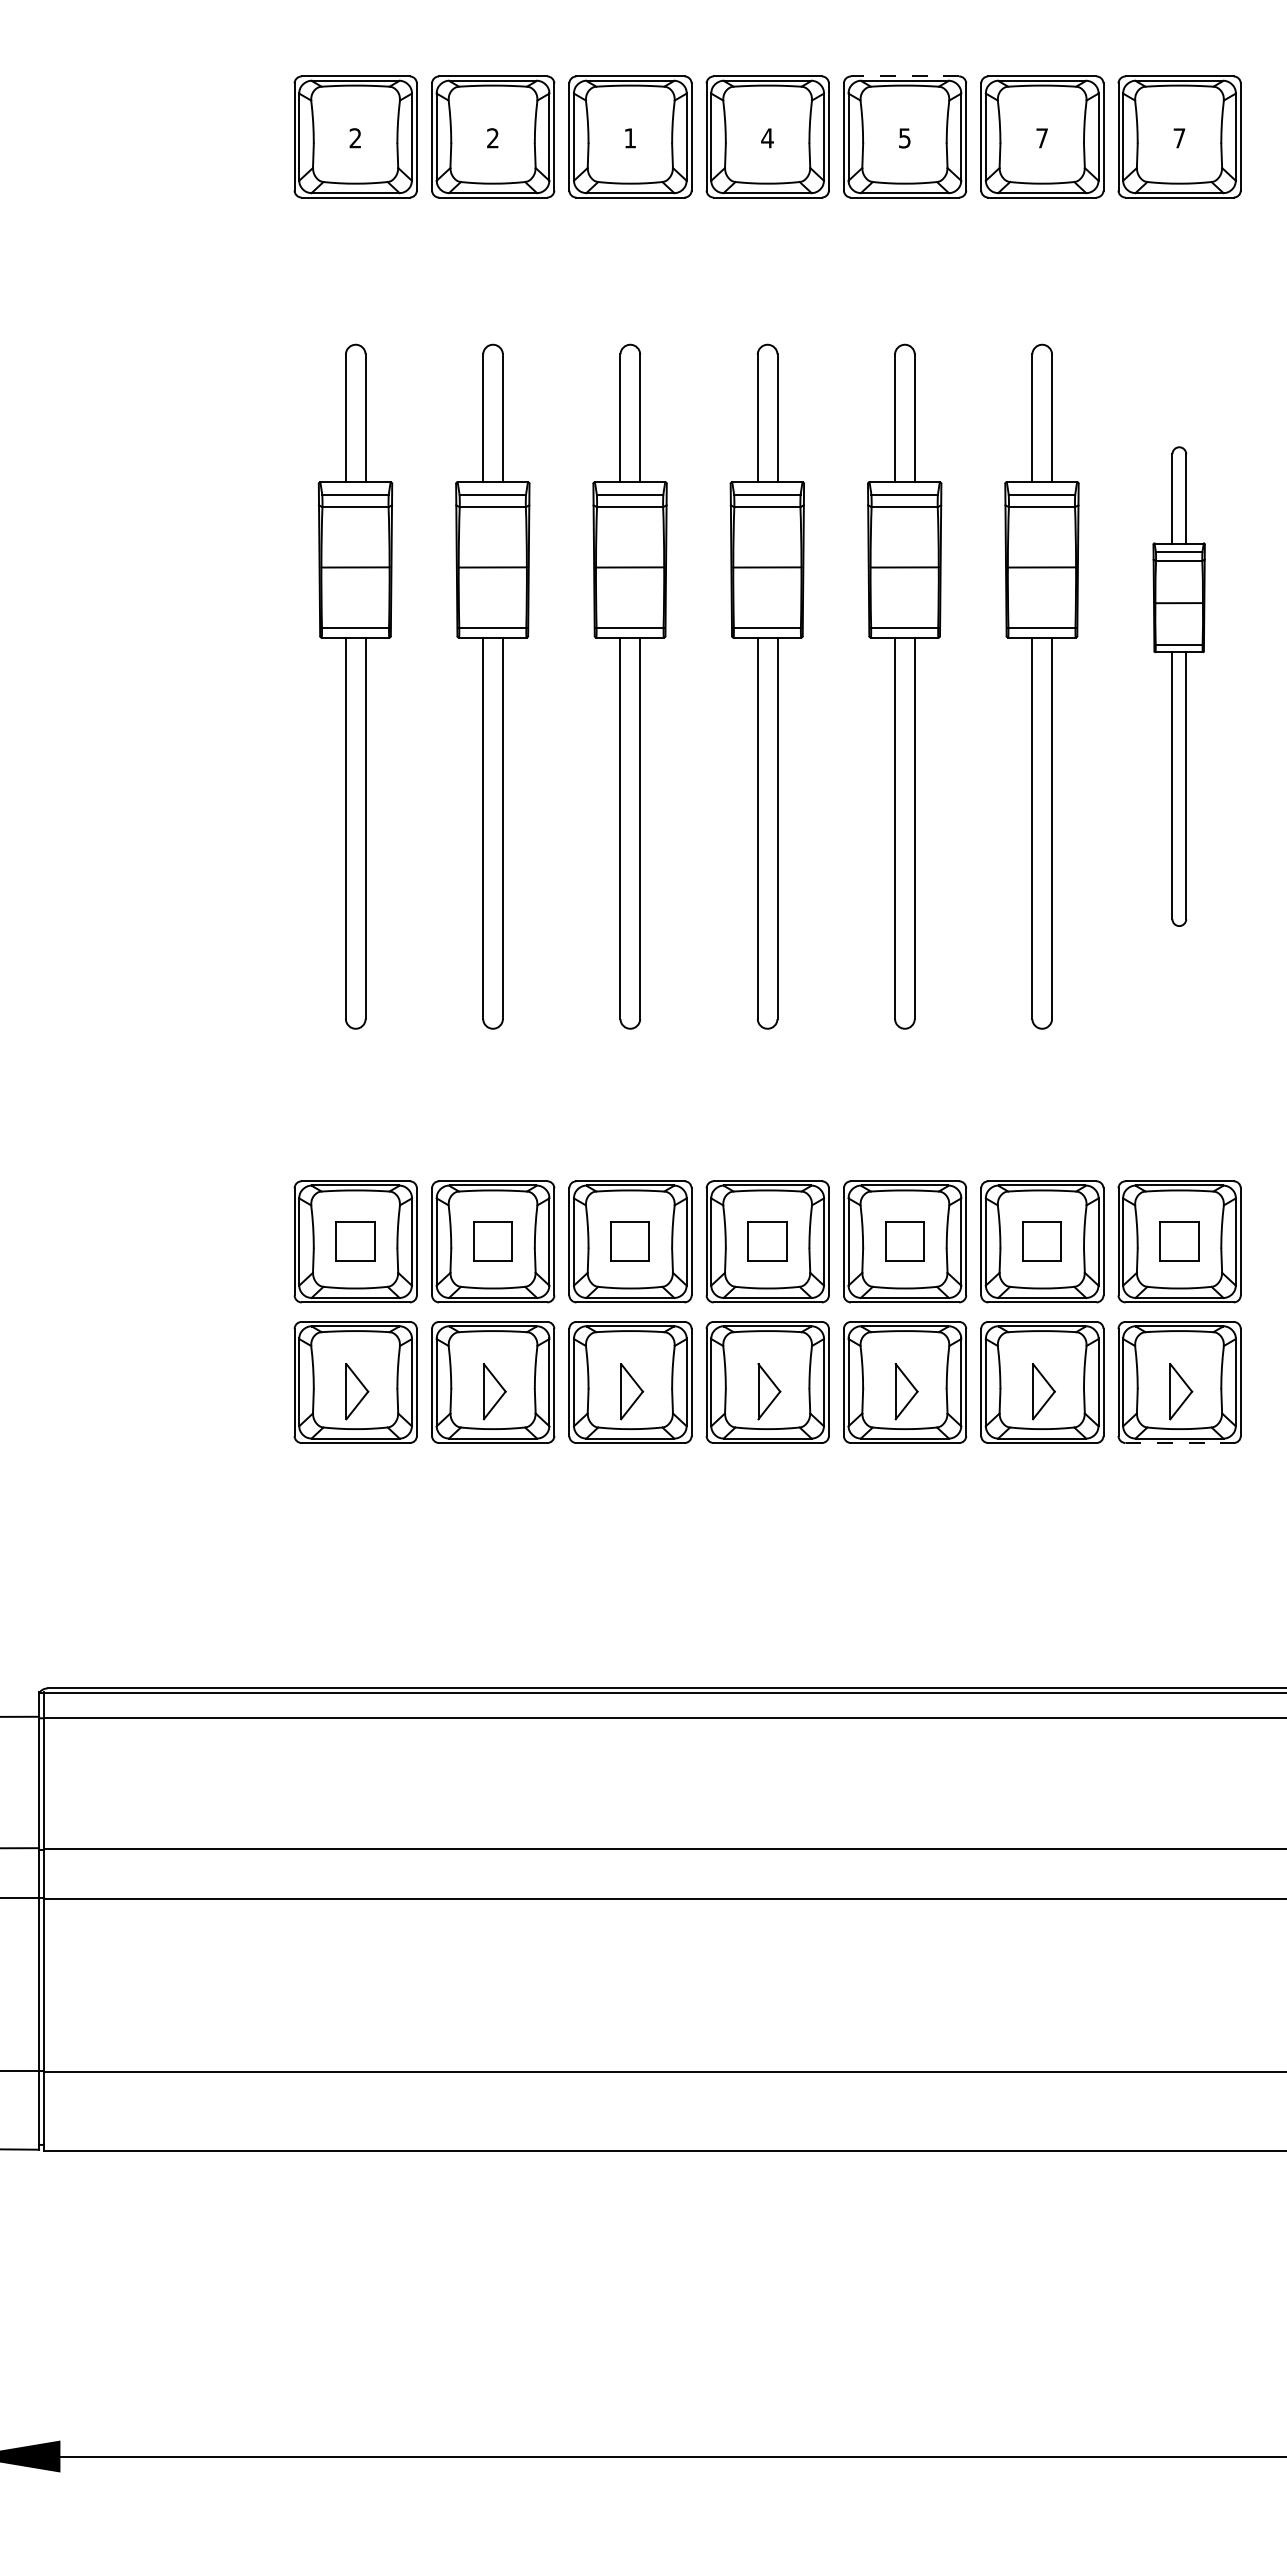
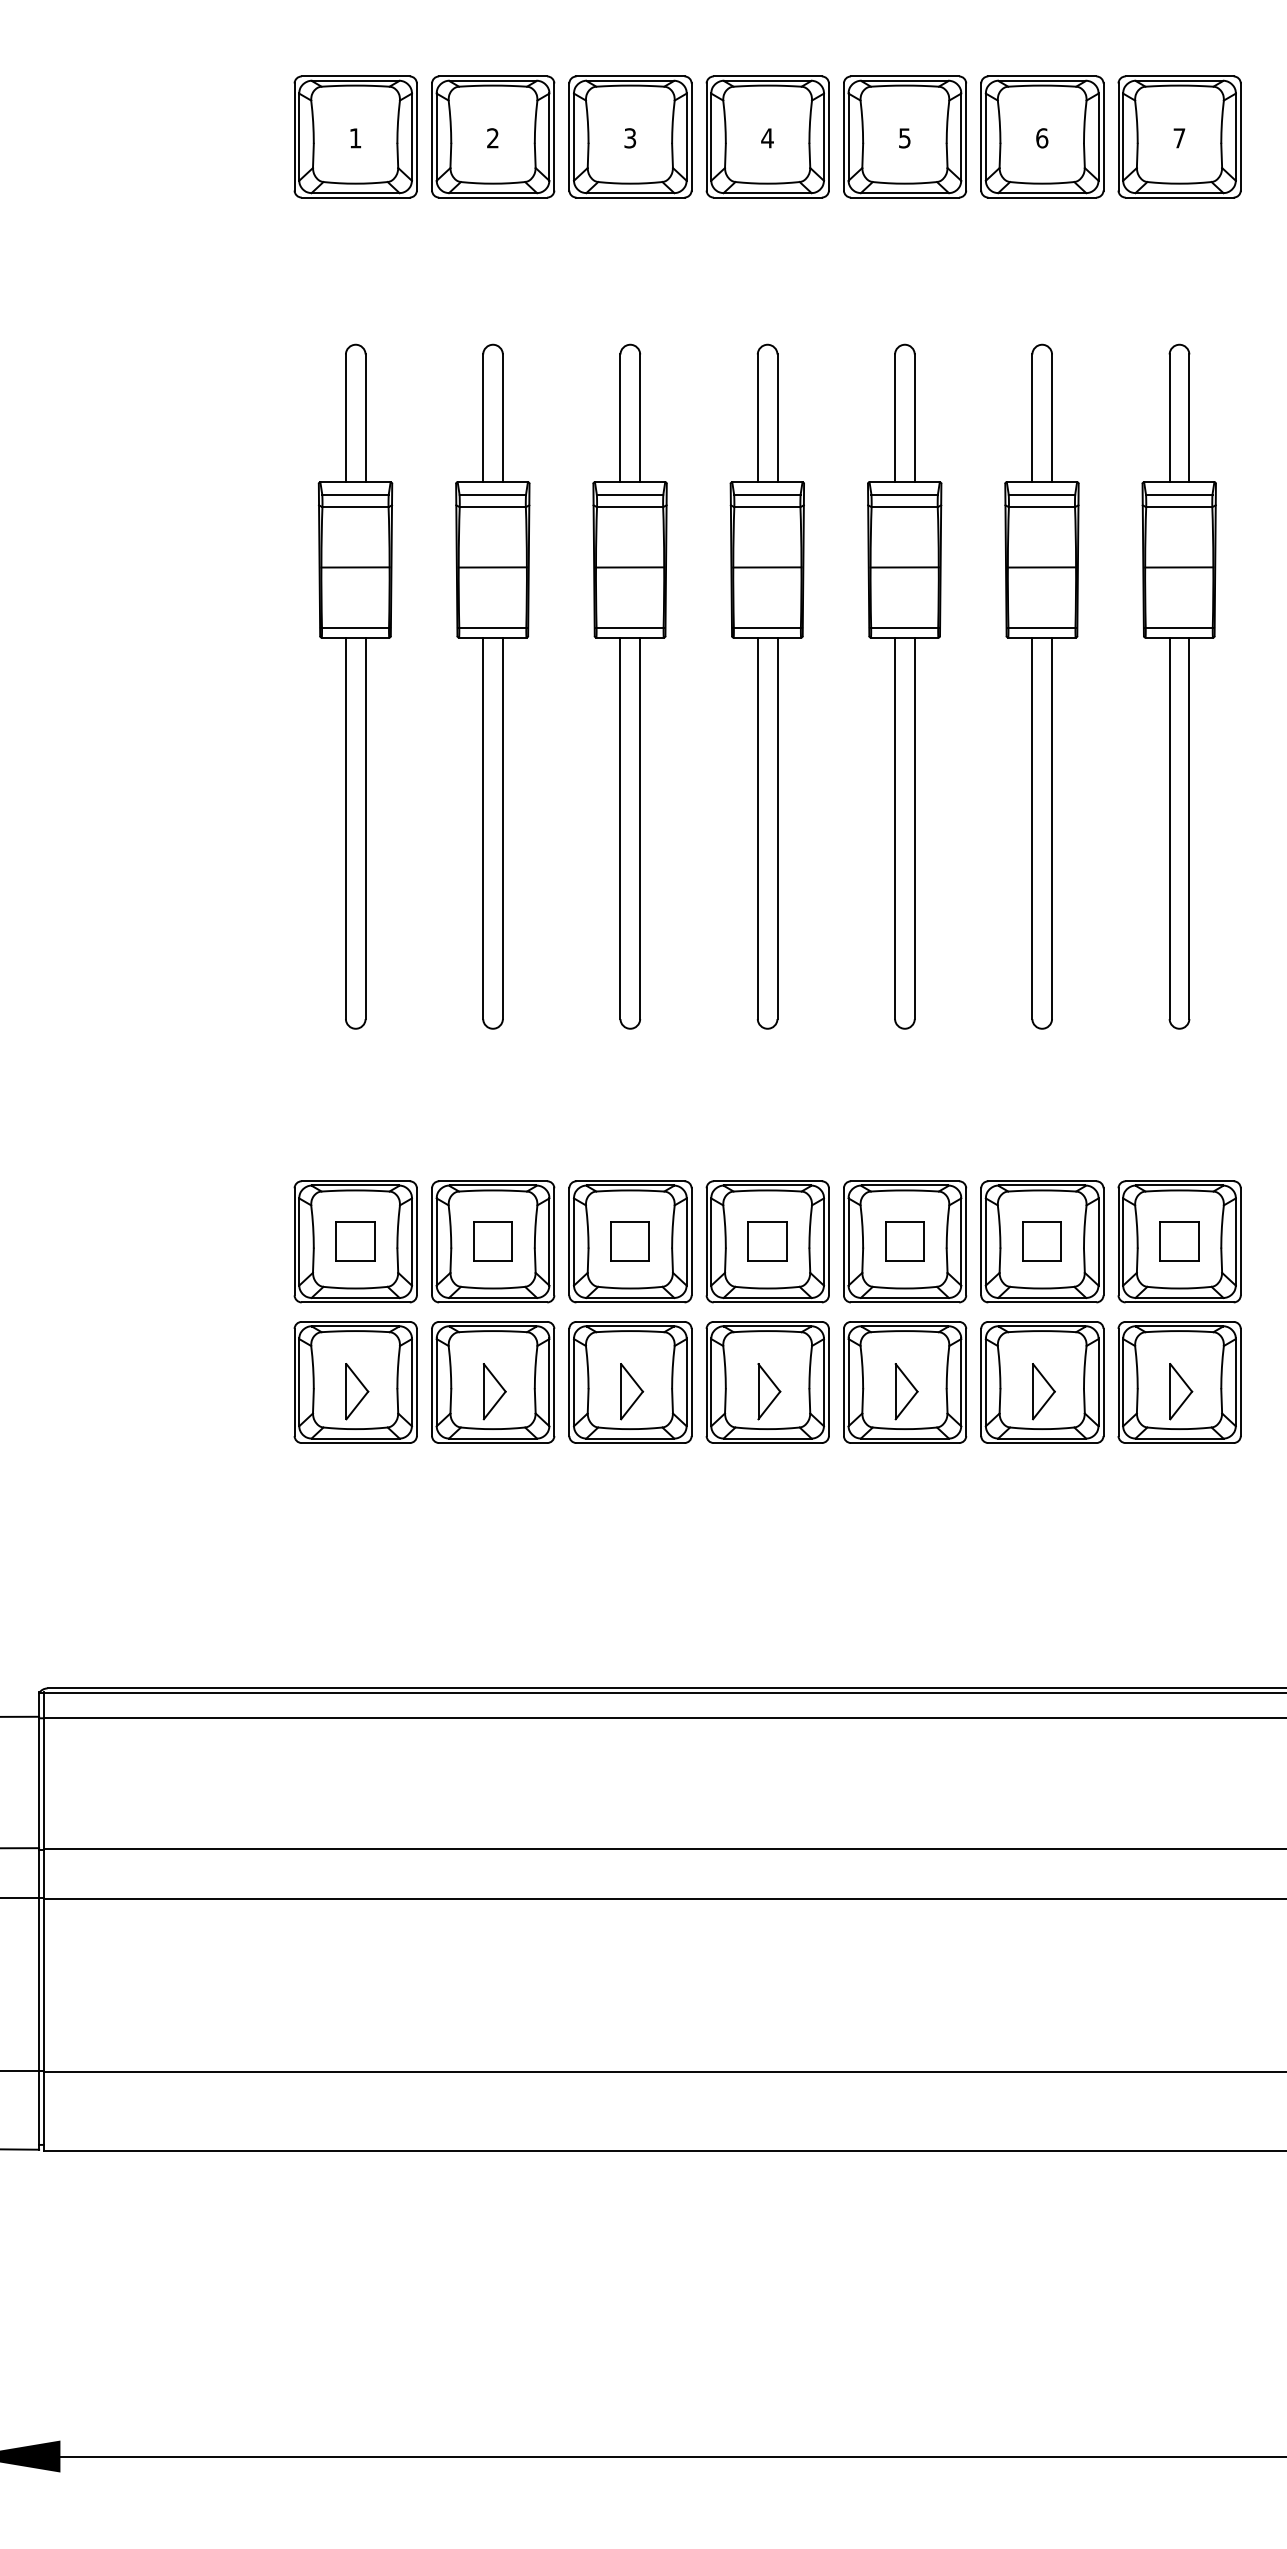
line at (904, 76): dashed -> solid
text at (355, 138): 2 -> 1
text at (630, 138): 1 -> 3
text at (1042, 138): 7 -> 6
part at (1178, 686) size: 54x481 px -> 76x687 px
line at (1180, 1443): dashed -> solid
